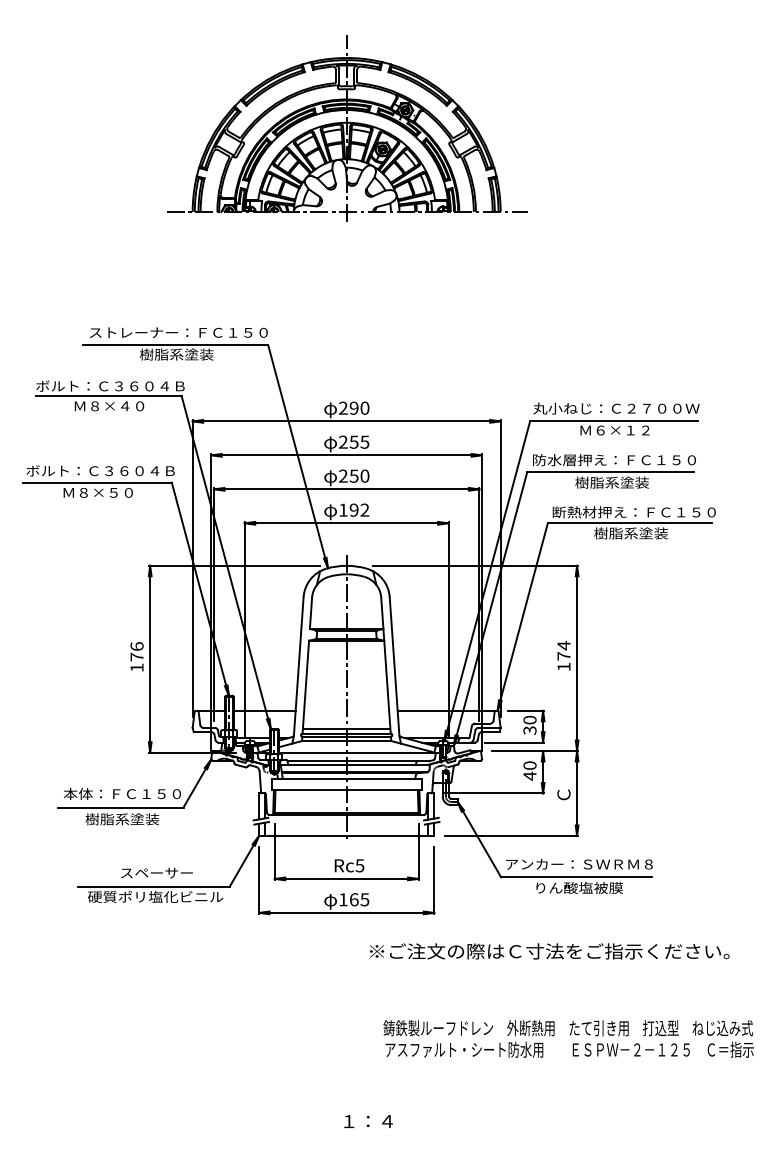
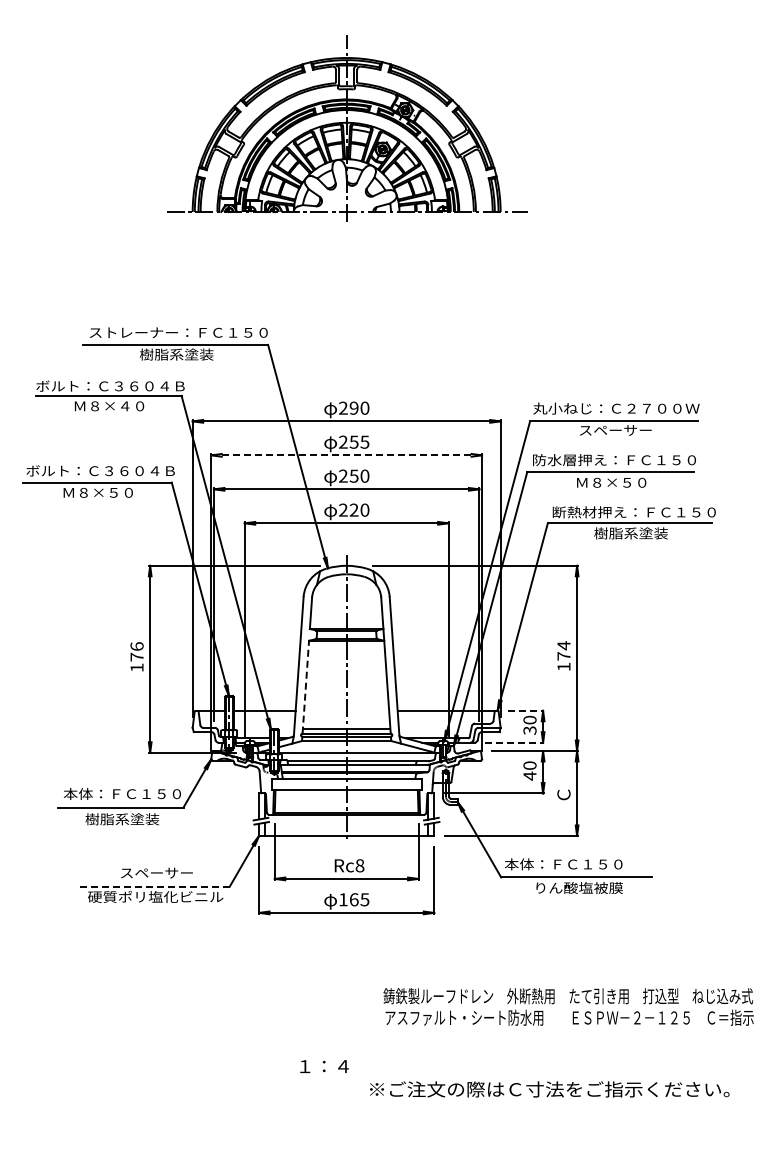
text at (615, 430): Ｍ６×１２ -> スペーサー
line at (347, 455): solid -> dashed
text at (611, 482): 樹脂系塗装 -> Ｍ８×５０
text at (354, 509): 192 -> 220
line at (305, 687): solid -> dashed
line at (526, 710): solid -> dashed
line at (514, 742): solid -> dashed
text at (578, 864): アンカー：ＳＷＲＭ８ -> 本体：ＦＣ１５０
text at (359, 865): Rc5 -> Rc8
line at (154, 886): solid -> dashed
text at (549, 951) position: (549, 951) -> (549, 1089)
text at (568, 1038) position: (568, 1038) -> (568, 1006)
text at (368, 1121) position: (368, 1121) -> (324, 1066)
